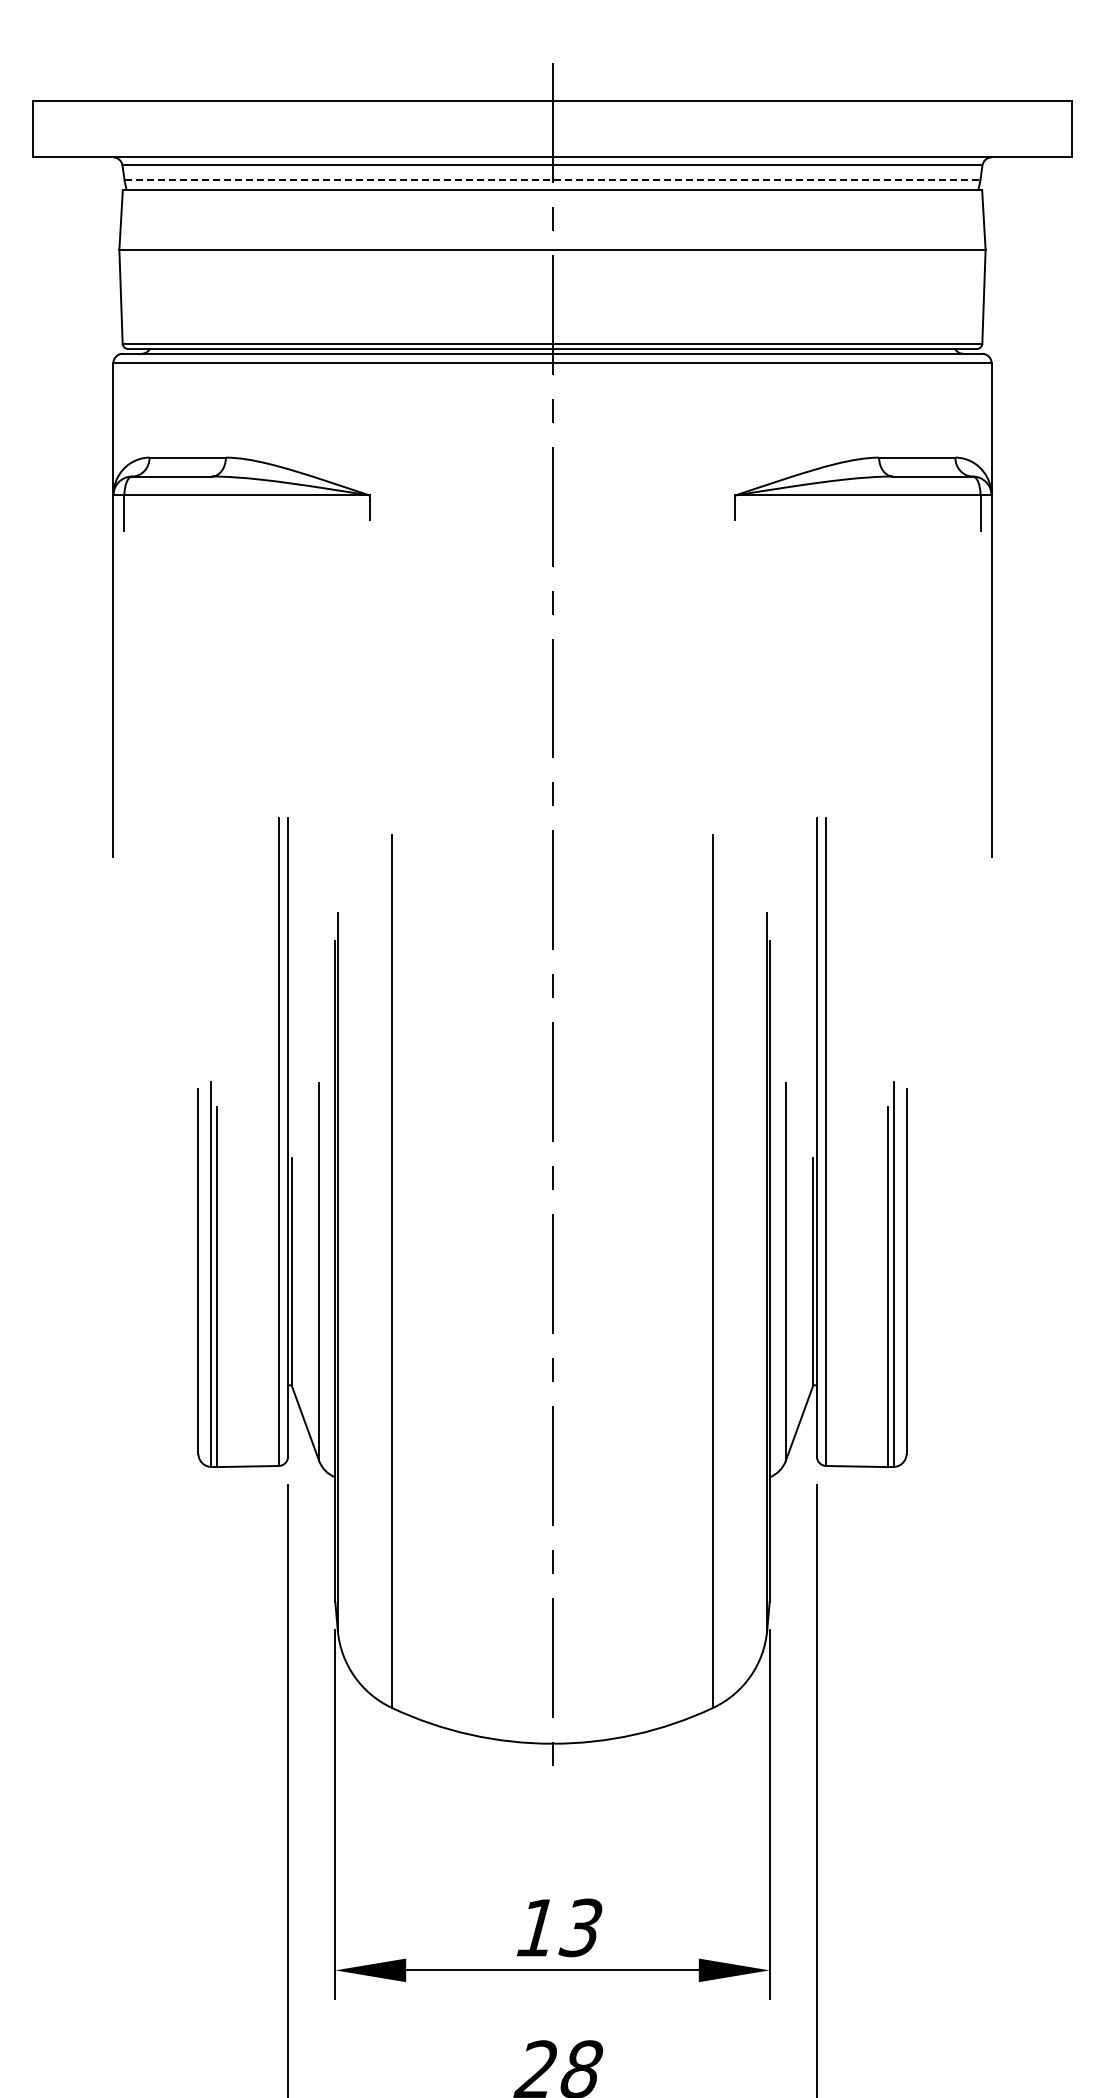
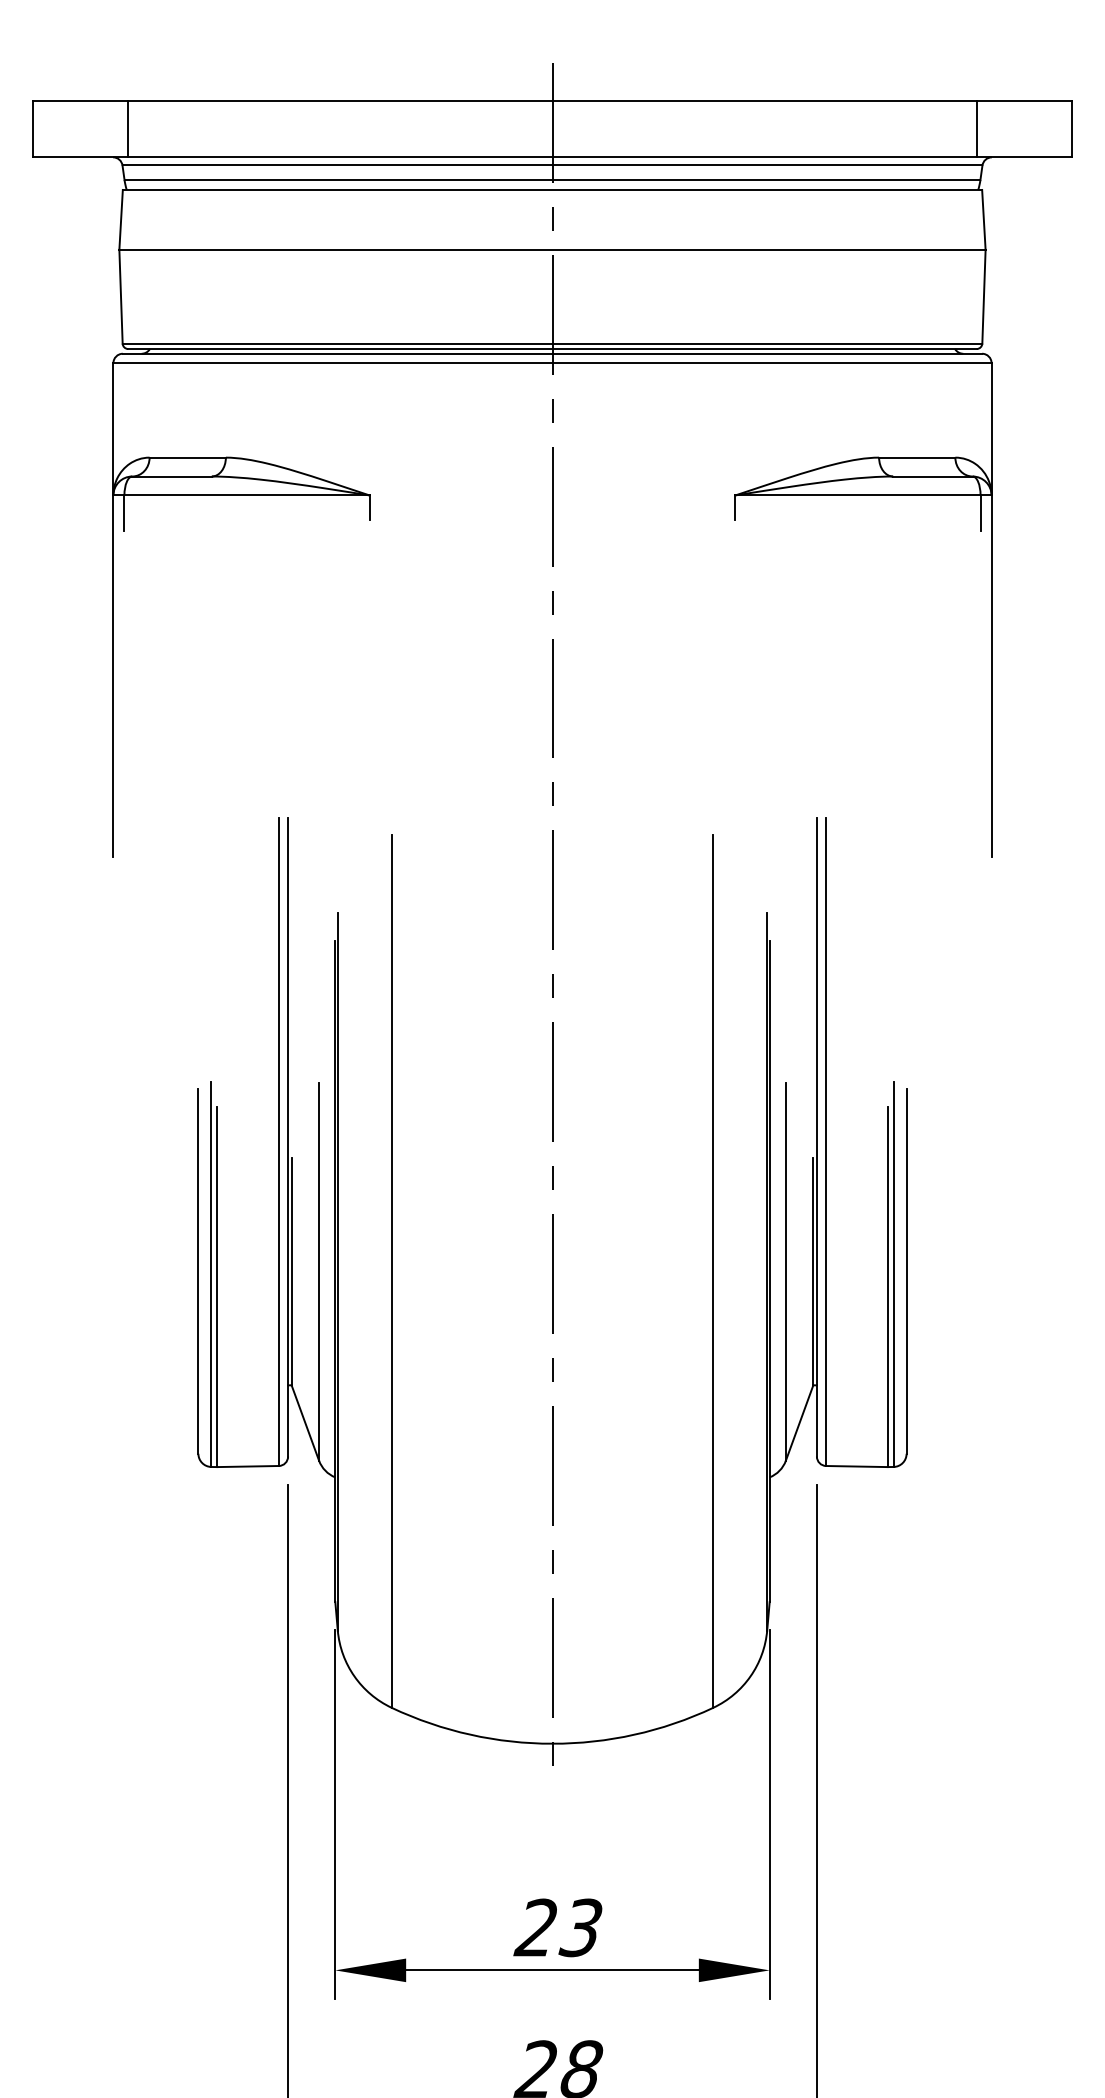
line at (127, 128): none -> present
line at (977, 128): none -> present
line at (552, 180): dashed -> solid
text at (534, 1927): 13 -> 23
